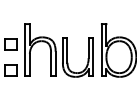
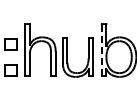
line at (101, 49): solid -> dashed
